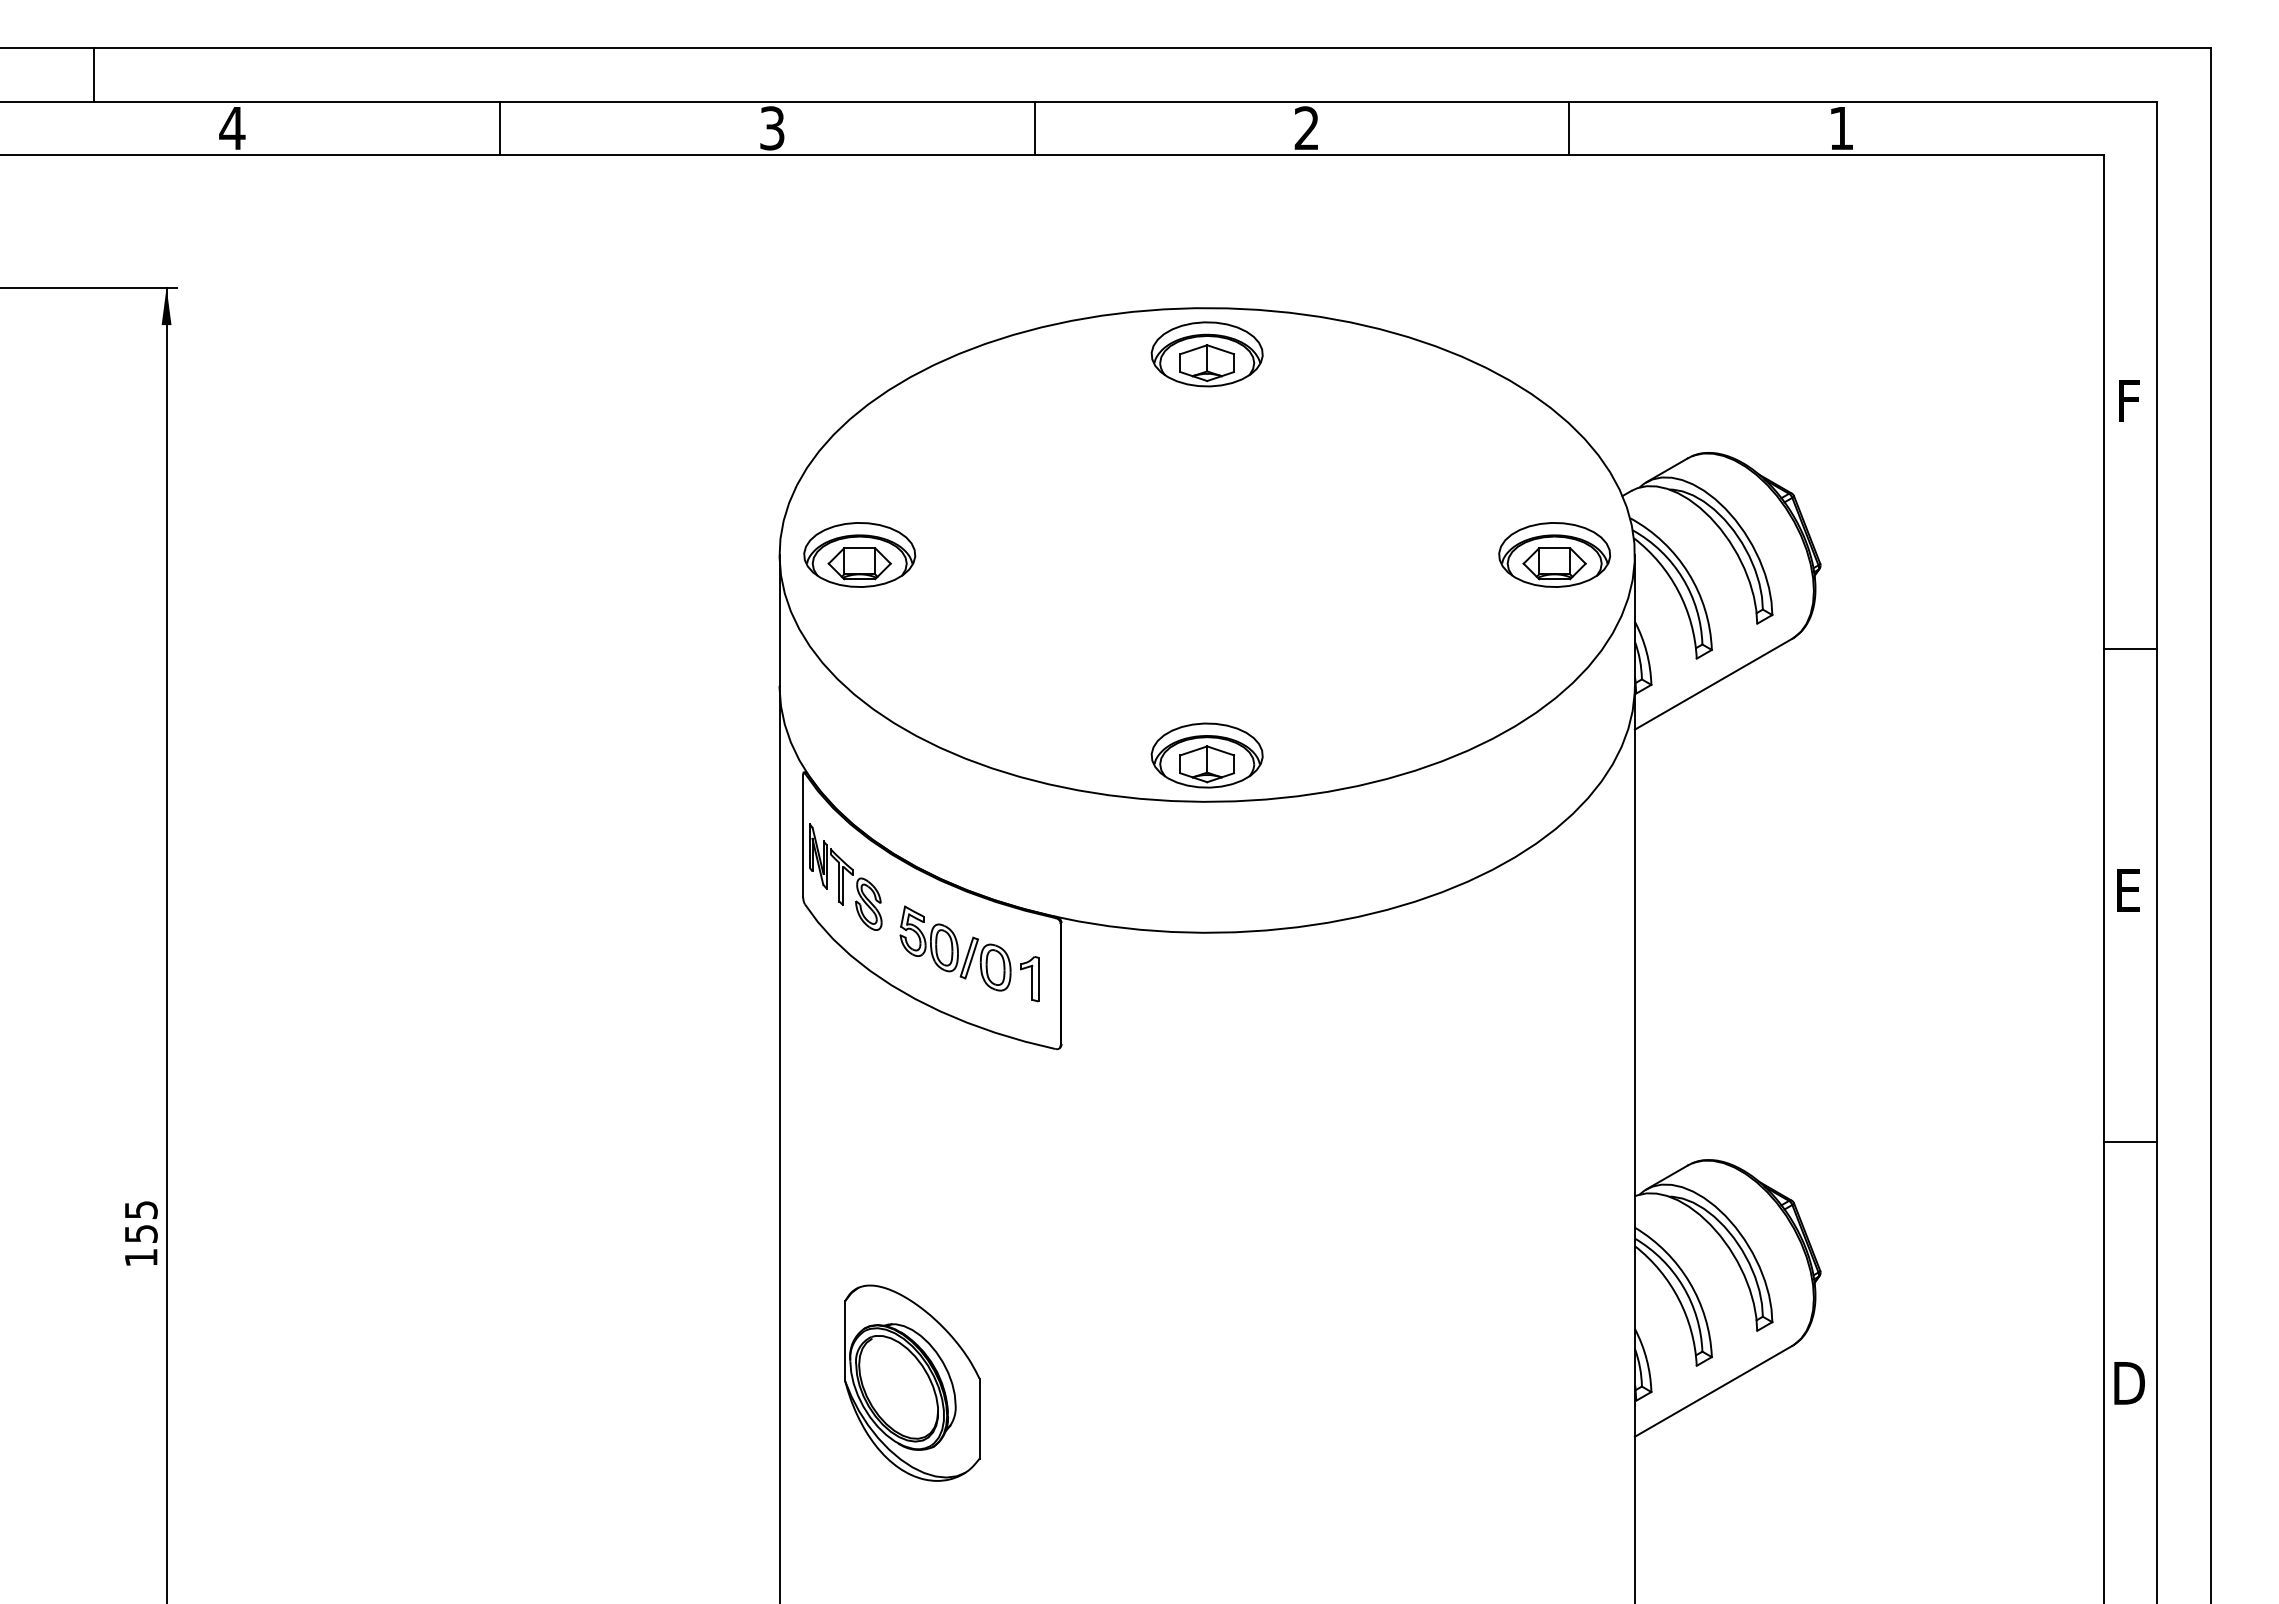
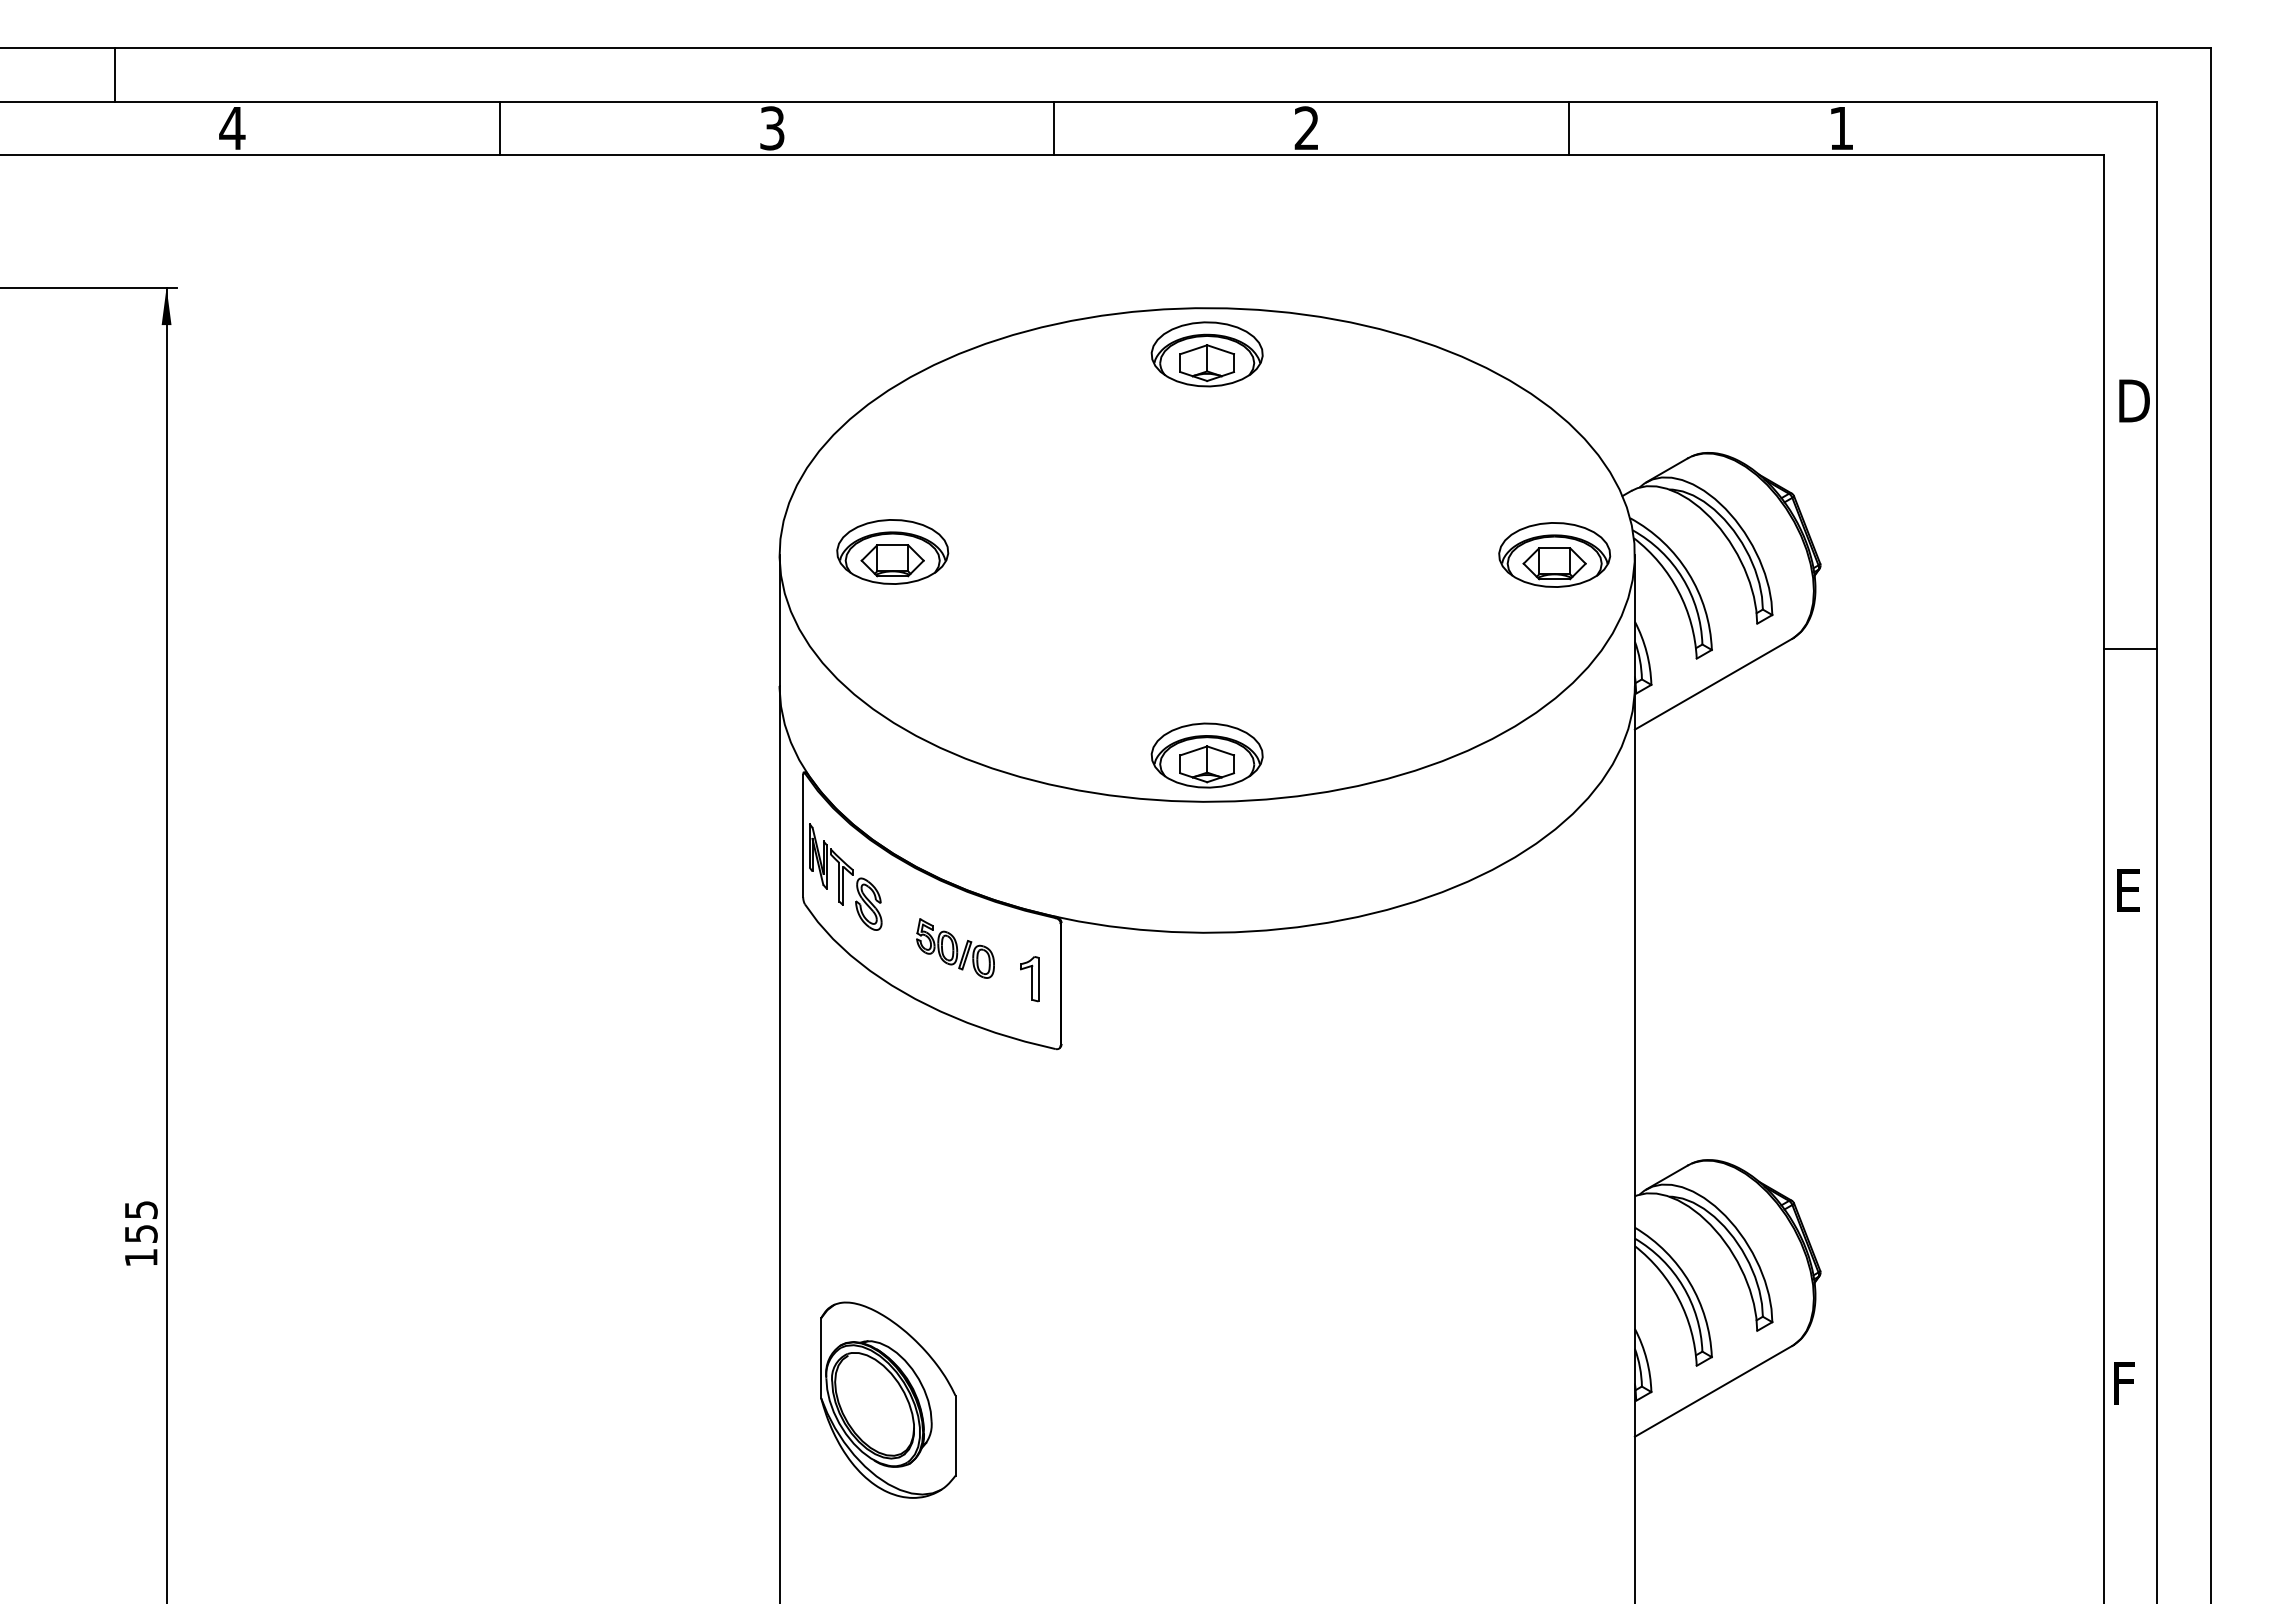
line at (93, 74) position: (93, 74) -> (114, 74)
line at (1034, 128) position: (1034, 128) -> (1053, 128)
text at (2134, 400): F -> D
part at (859, 554) position: (859, 554) -> (892, 551)
part at (955, 948) size: 113x87 px -> 79x61 px
line at (2130, 1142): present -> none
part at (912, 1382) position: (912, 1382) -> (888, 1399)
text at (2129, 1383): D -> F
